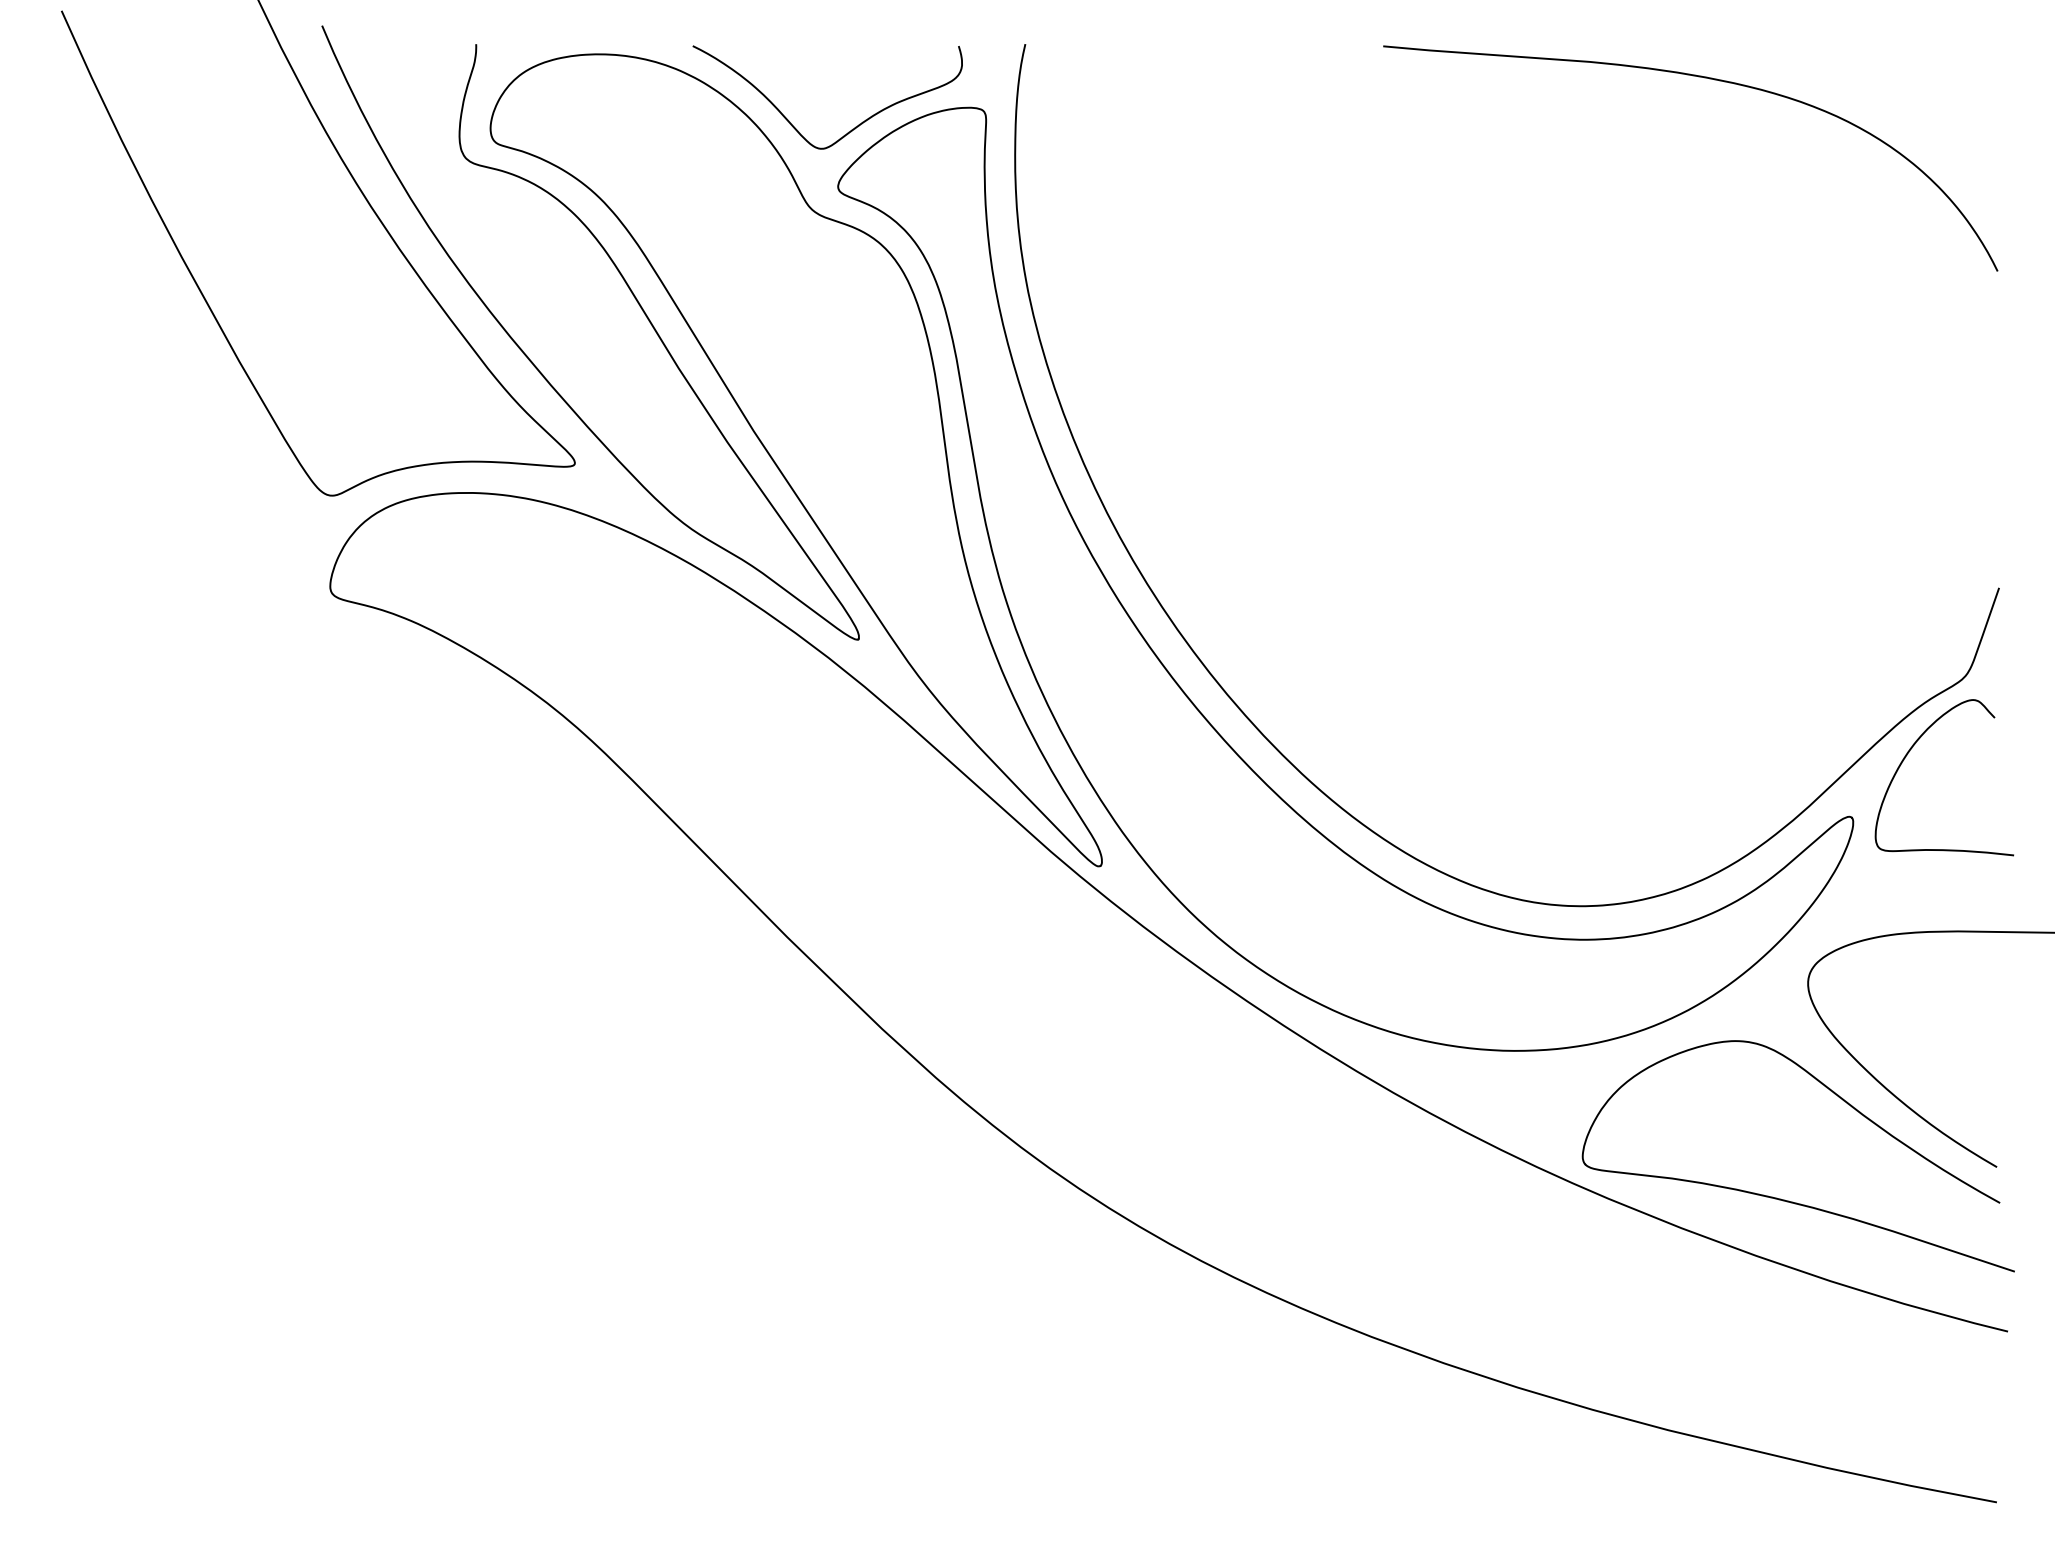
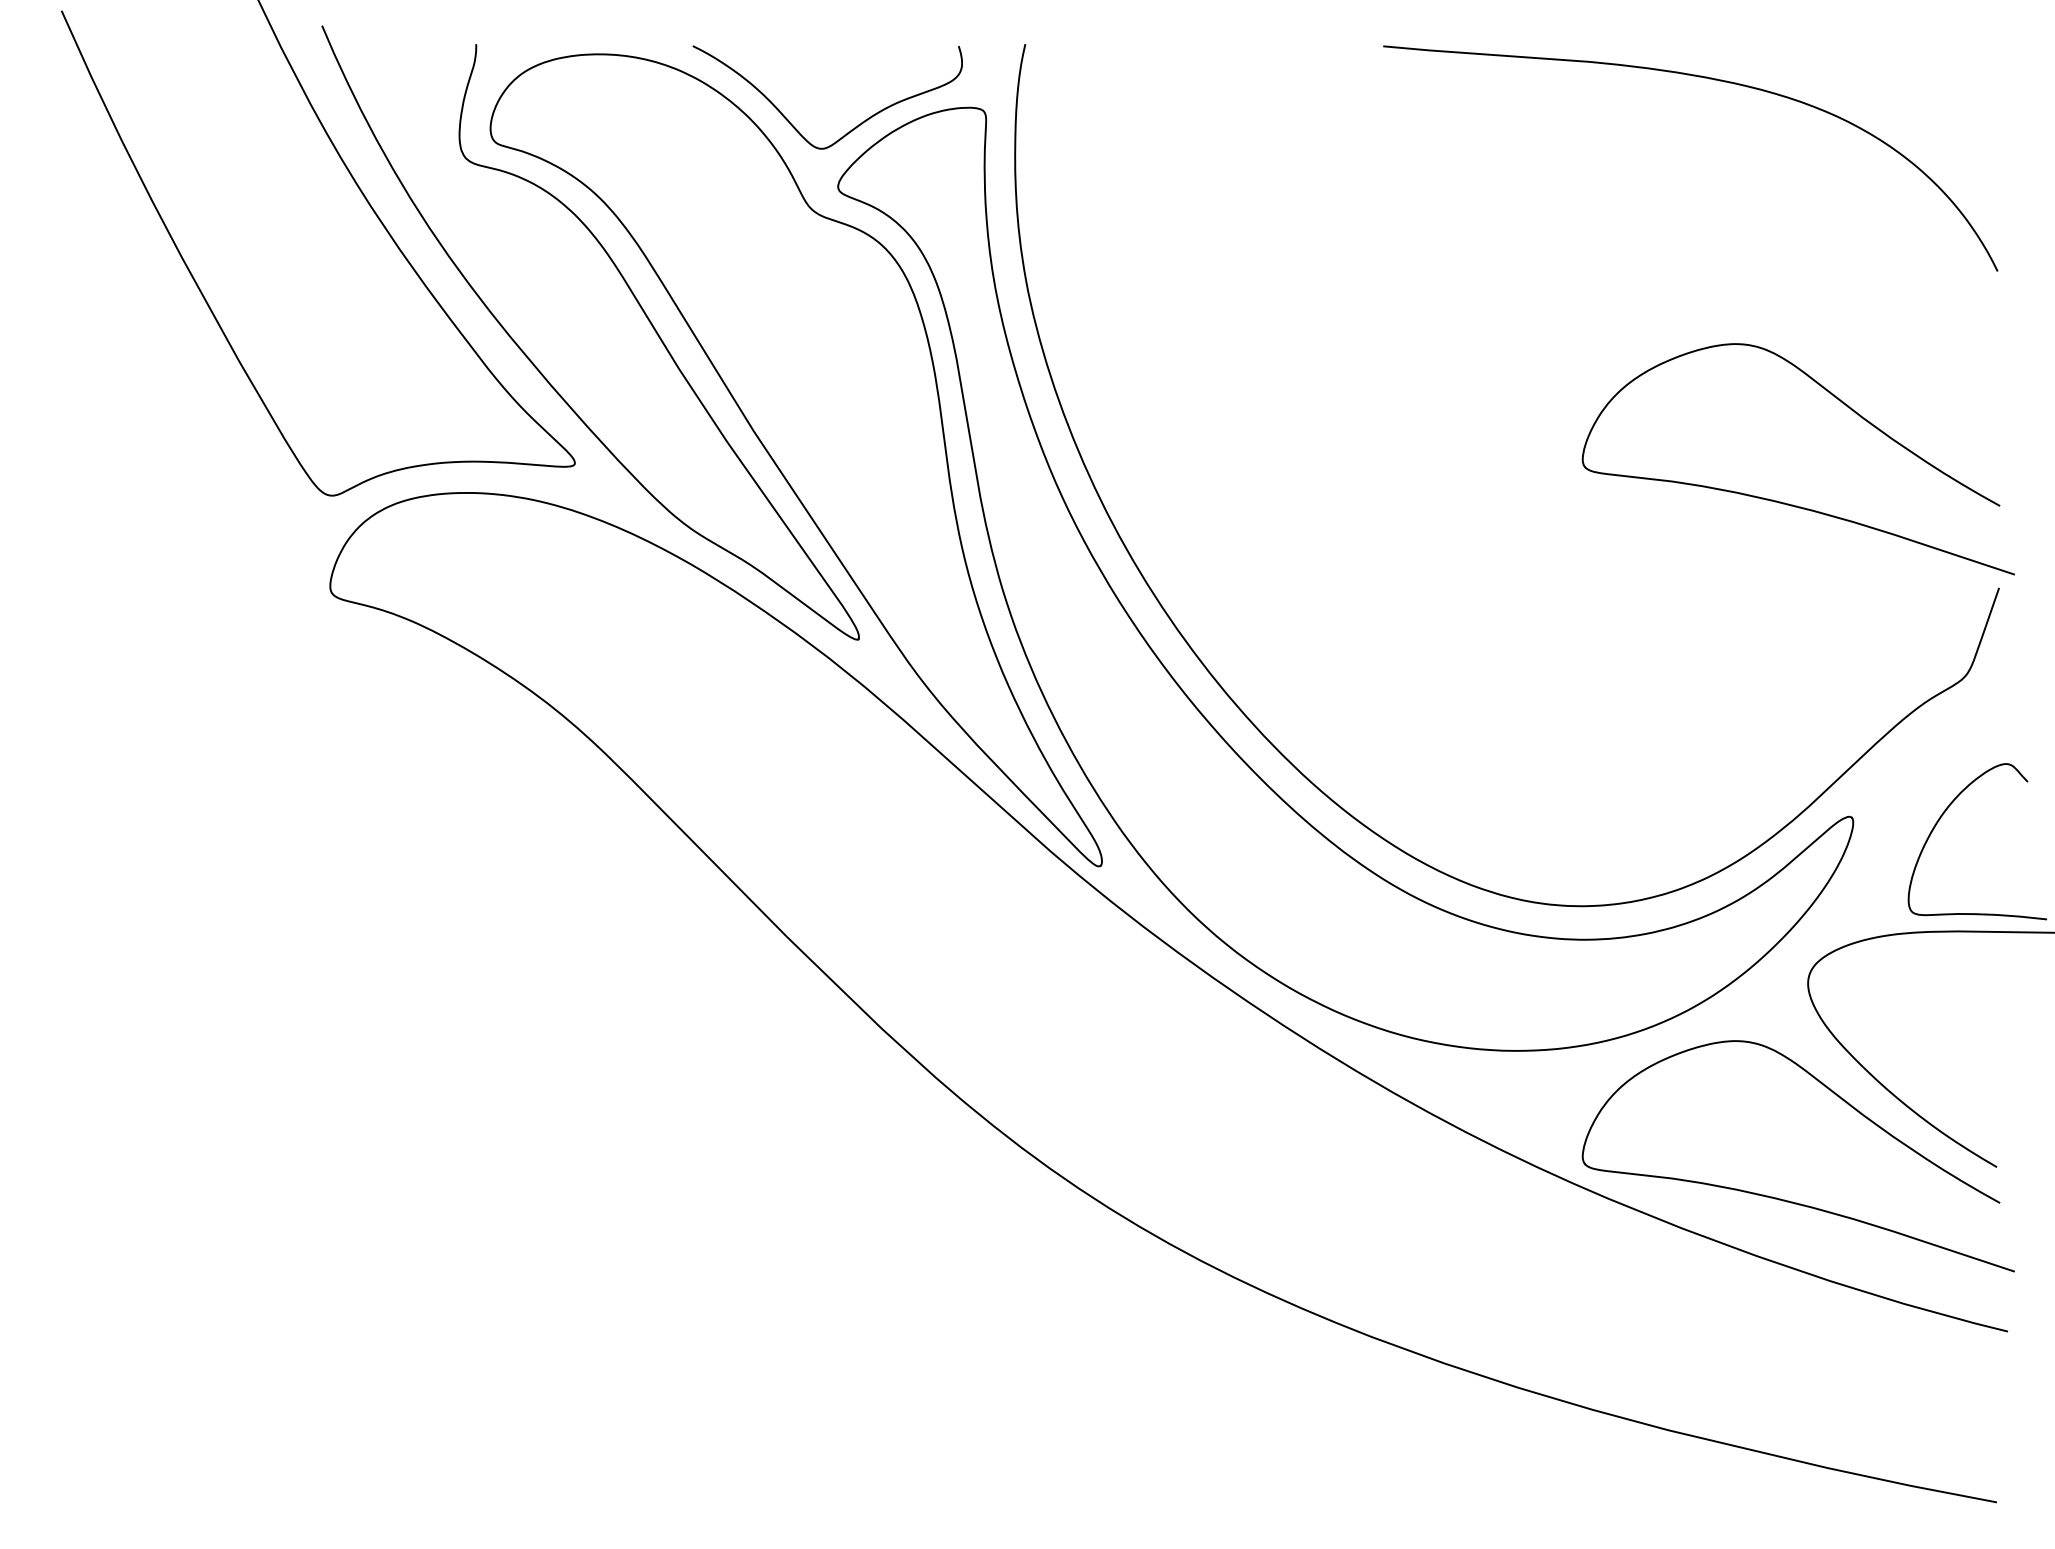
curve at (1788, 503): none -> present
curve at (1907, 755) position: (1907, 755) -> (1940, 819)
